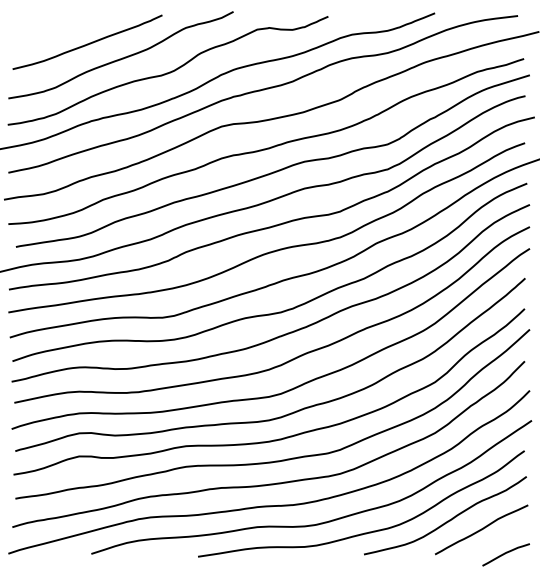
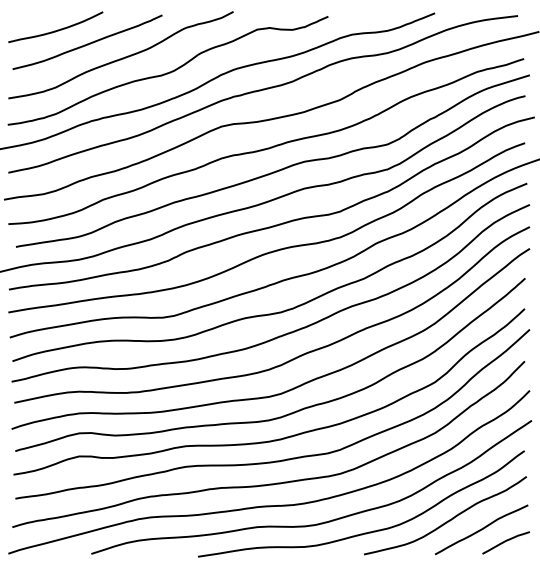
curve at (57, 29): none -> present
curve at (505, 554) position: (505, 554) -> (505, 542)
